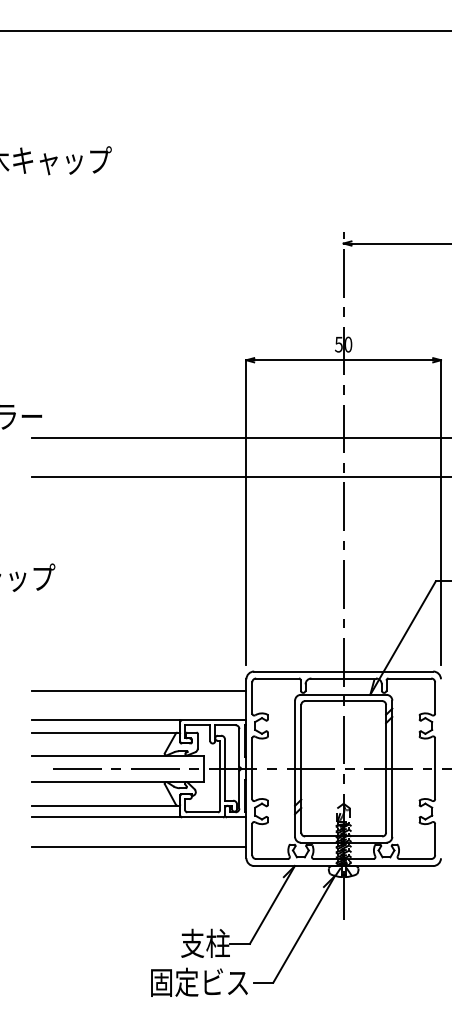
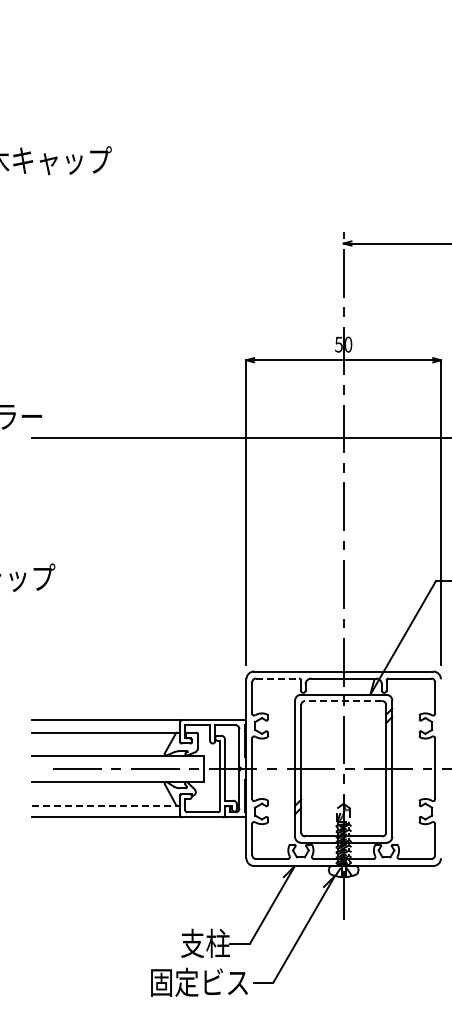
line at (225, 30): present -> none
line at (240, 476): present -> none
line at (278, 678): solid -> dashed
line at (139, 690): present -> none
line at (343, 701): solid -> dashed
line at (106, 805): solid -> dashed
line at (139, 846): present -> none
